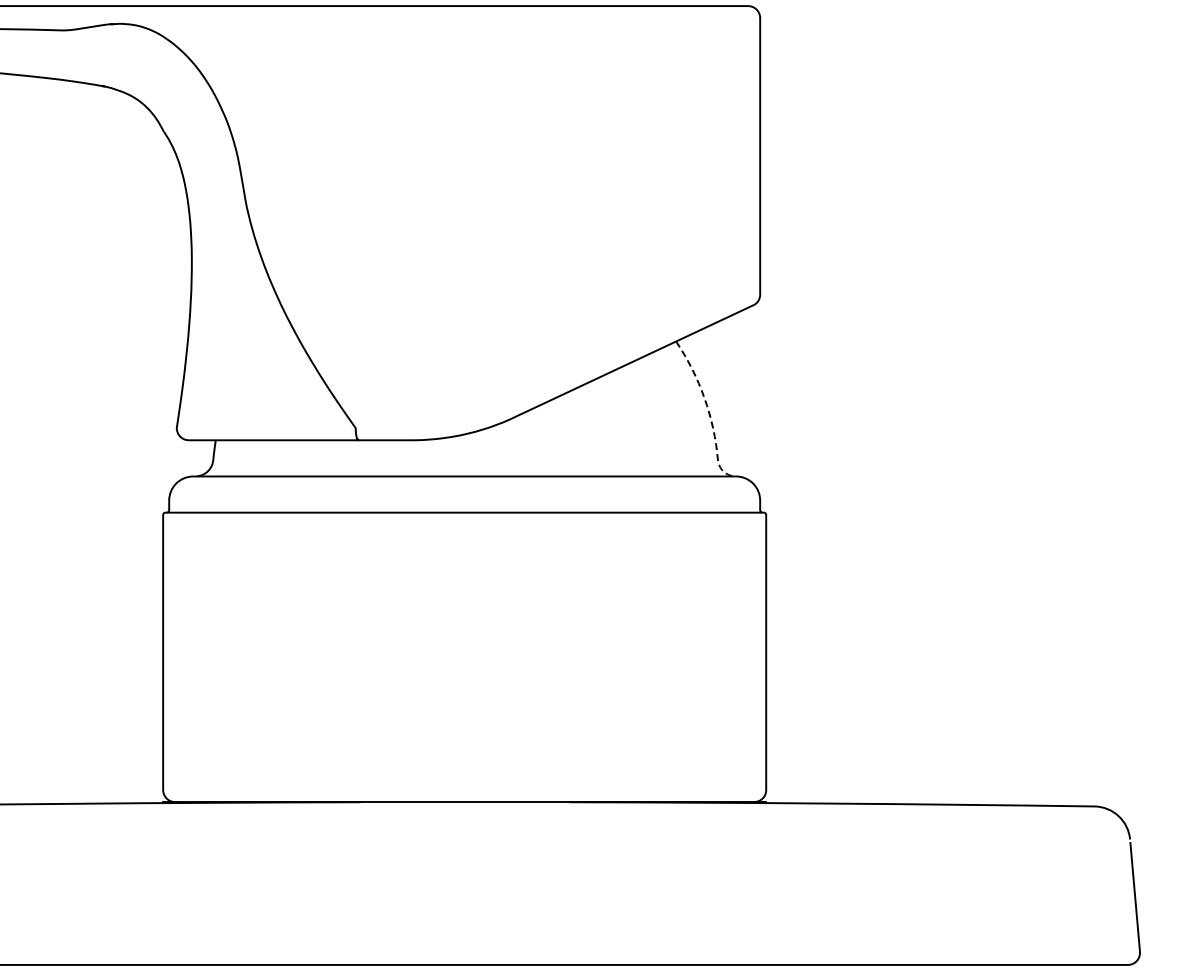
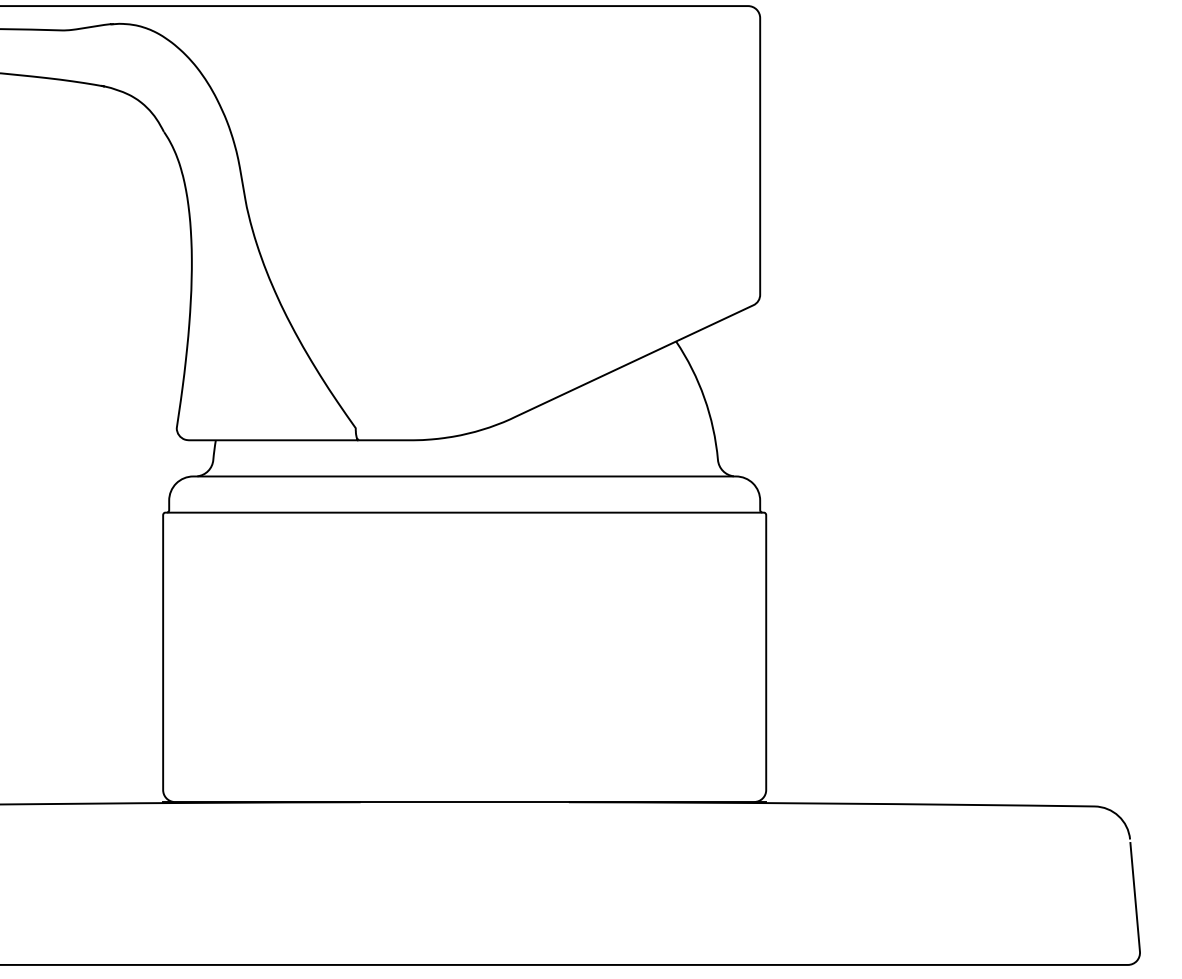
line at (710, 416): dashed -> solid
